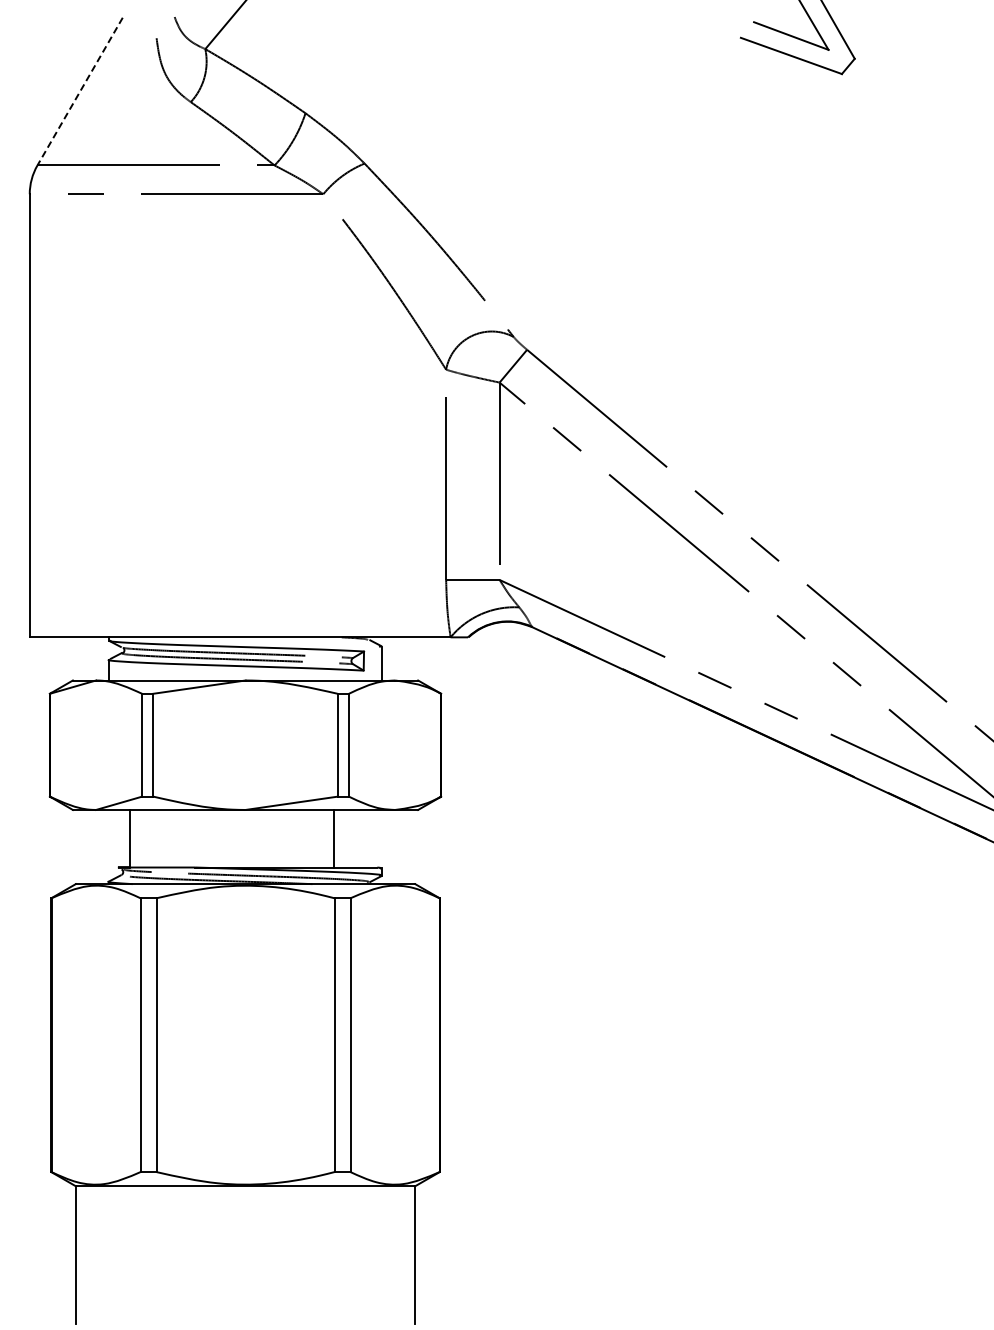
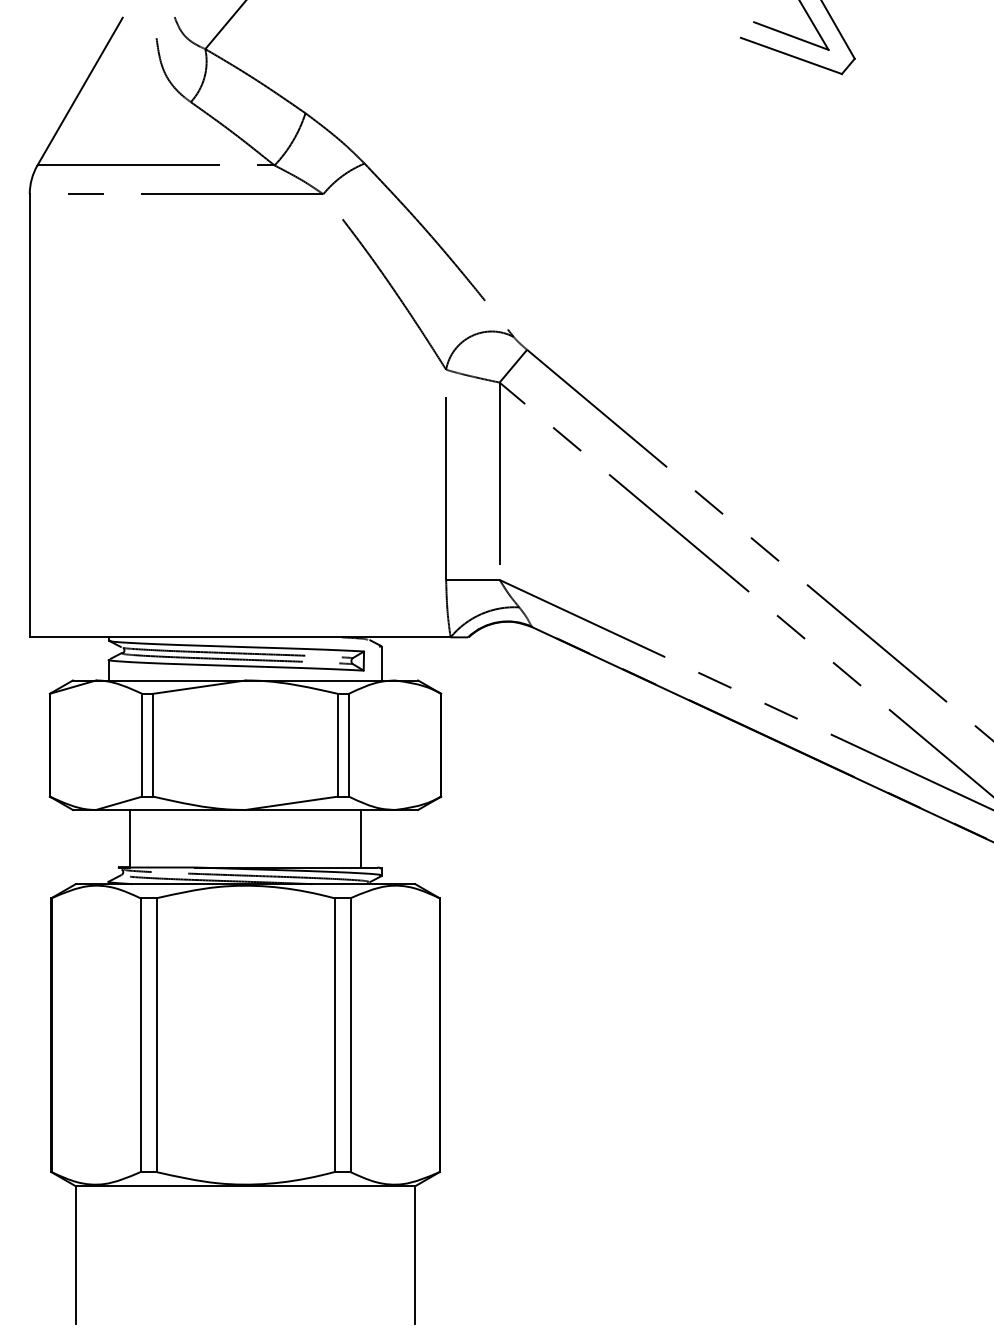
line at (79, 92): dashed -> solid
line at (333, 838) position: (333, 838) -> (360, 838)
